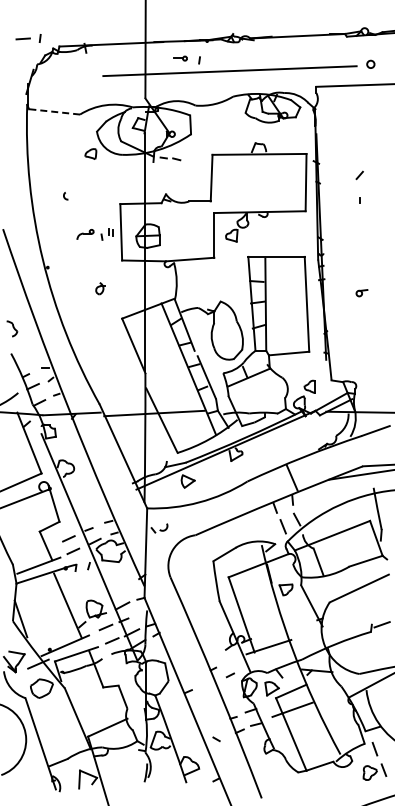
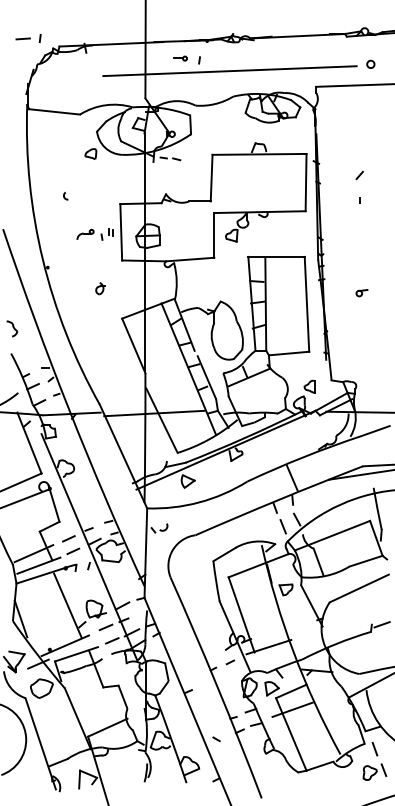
line at (54, 111): dashed -> solid
line at (33, 553): none -> present
line at (229, 675) position: (229, 675) -> (229, 662)
